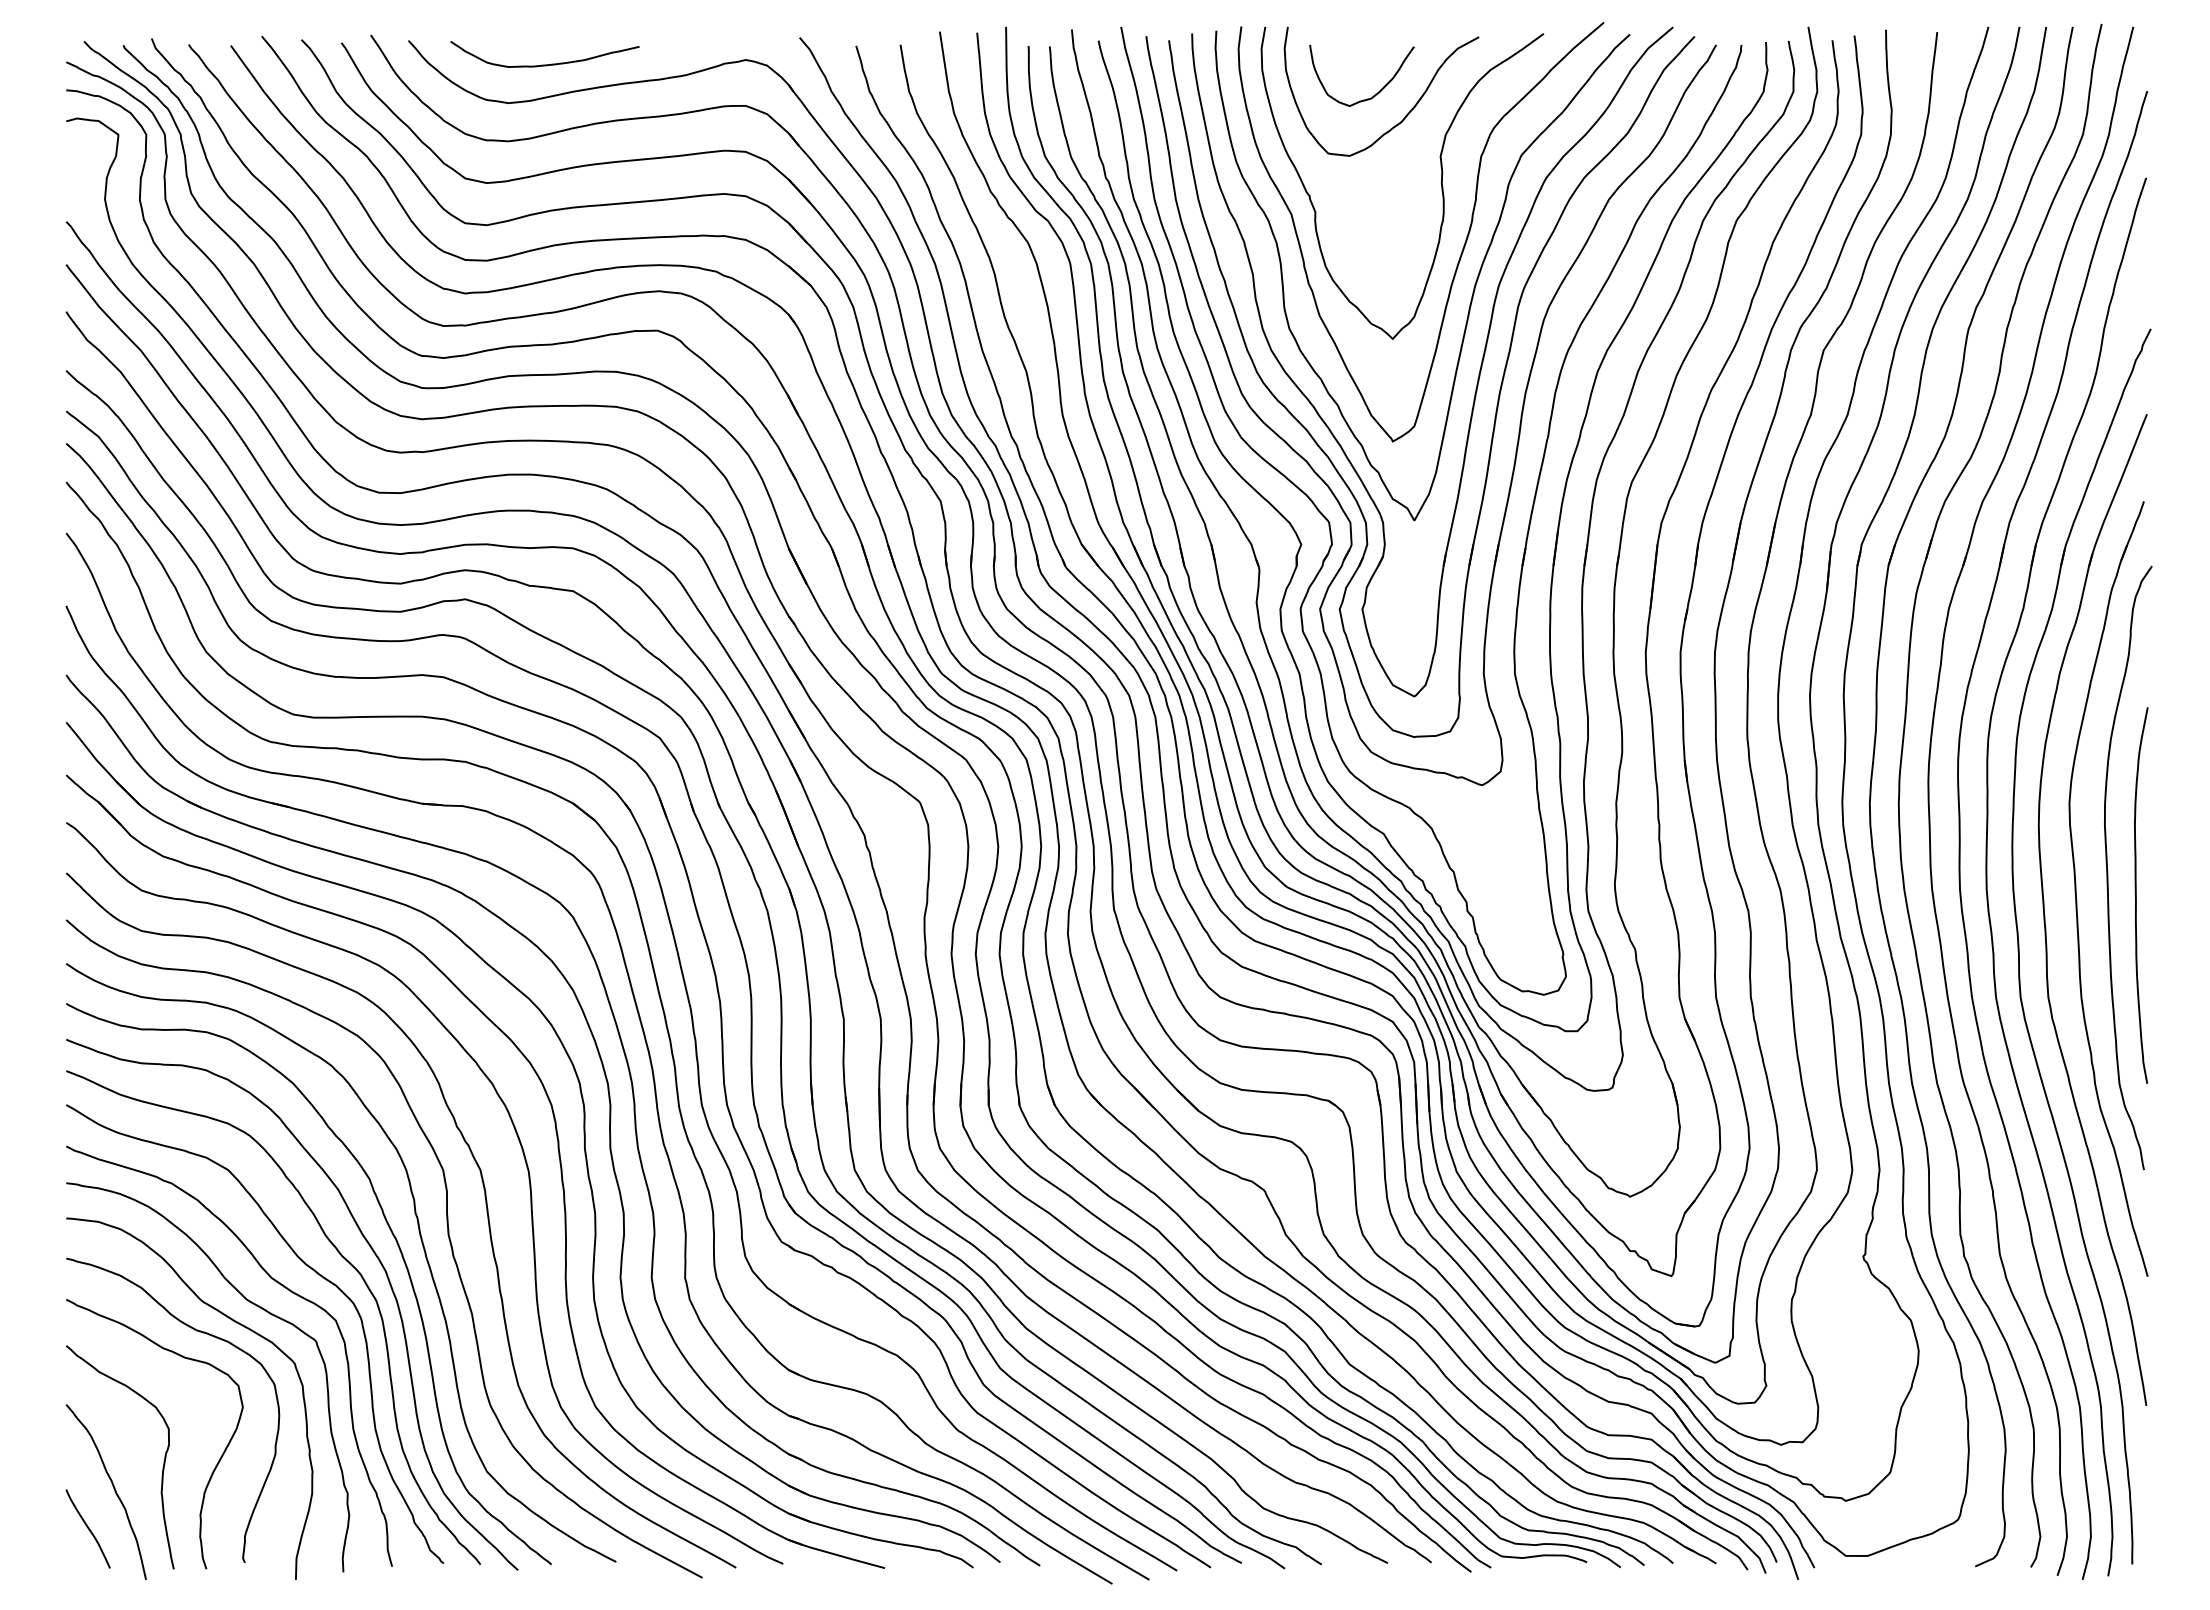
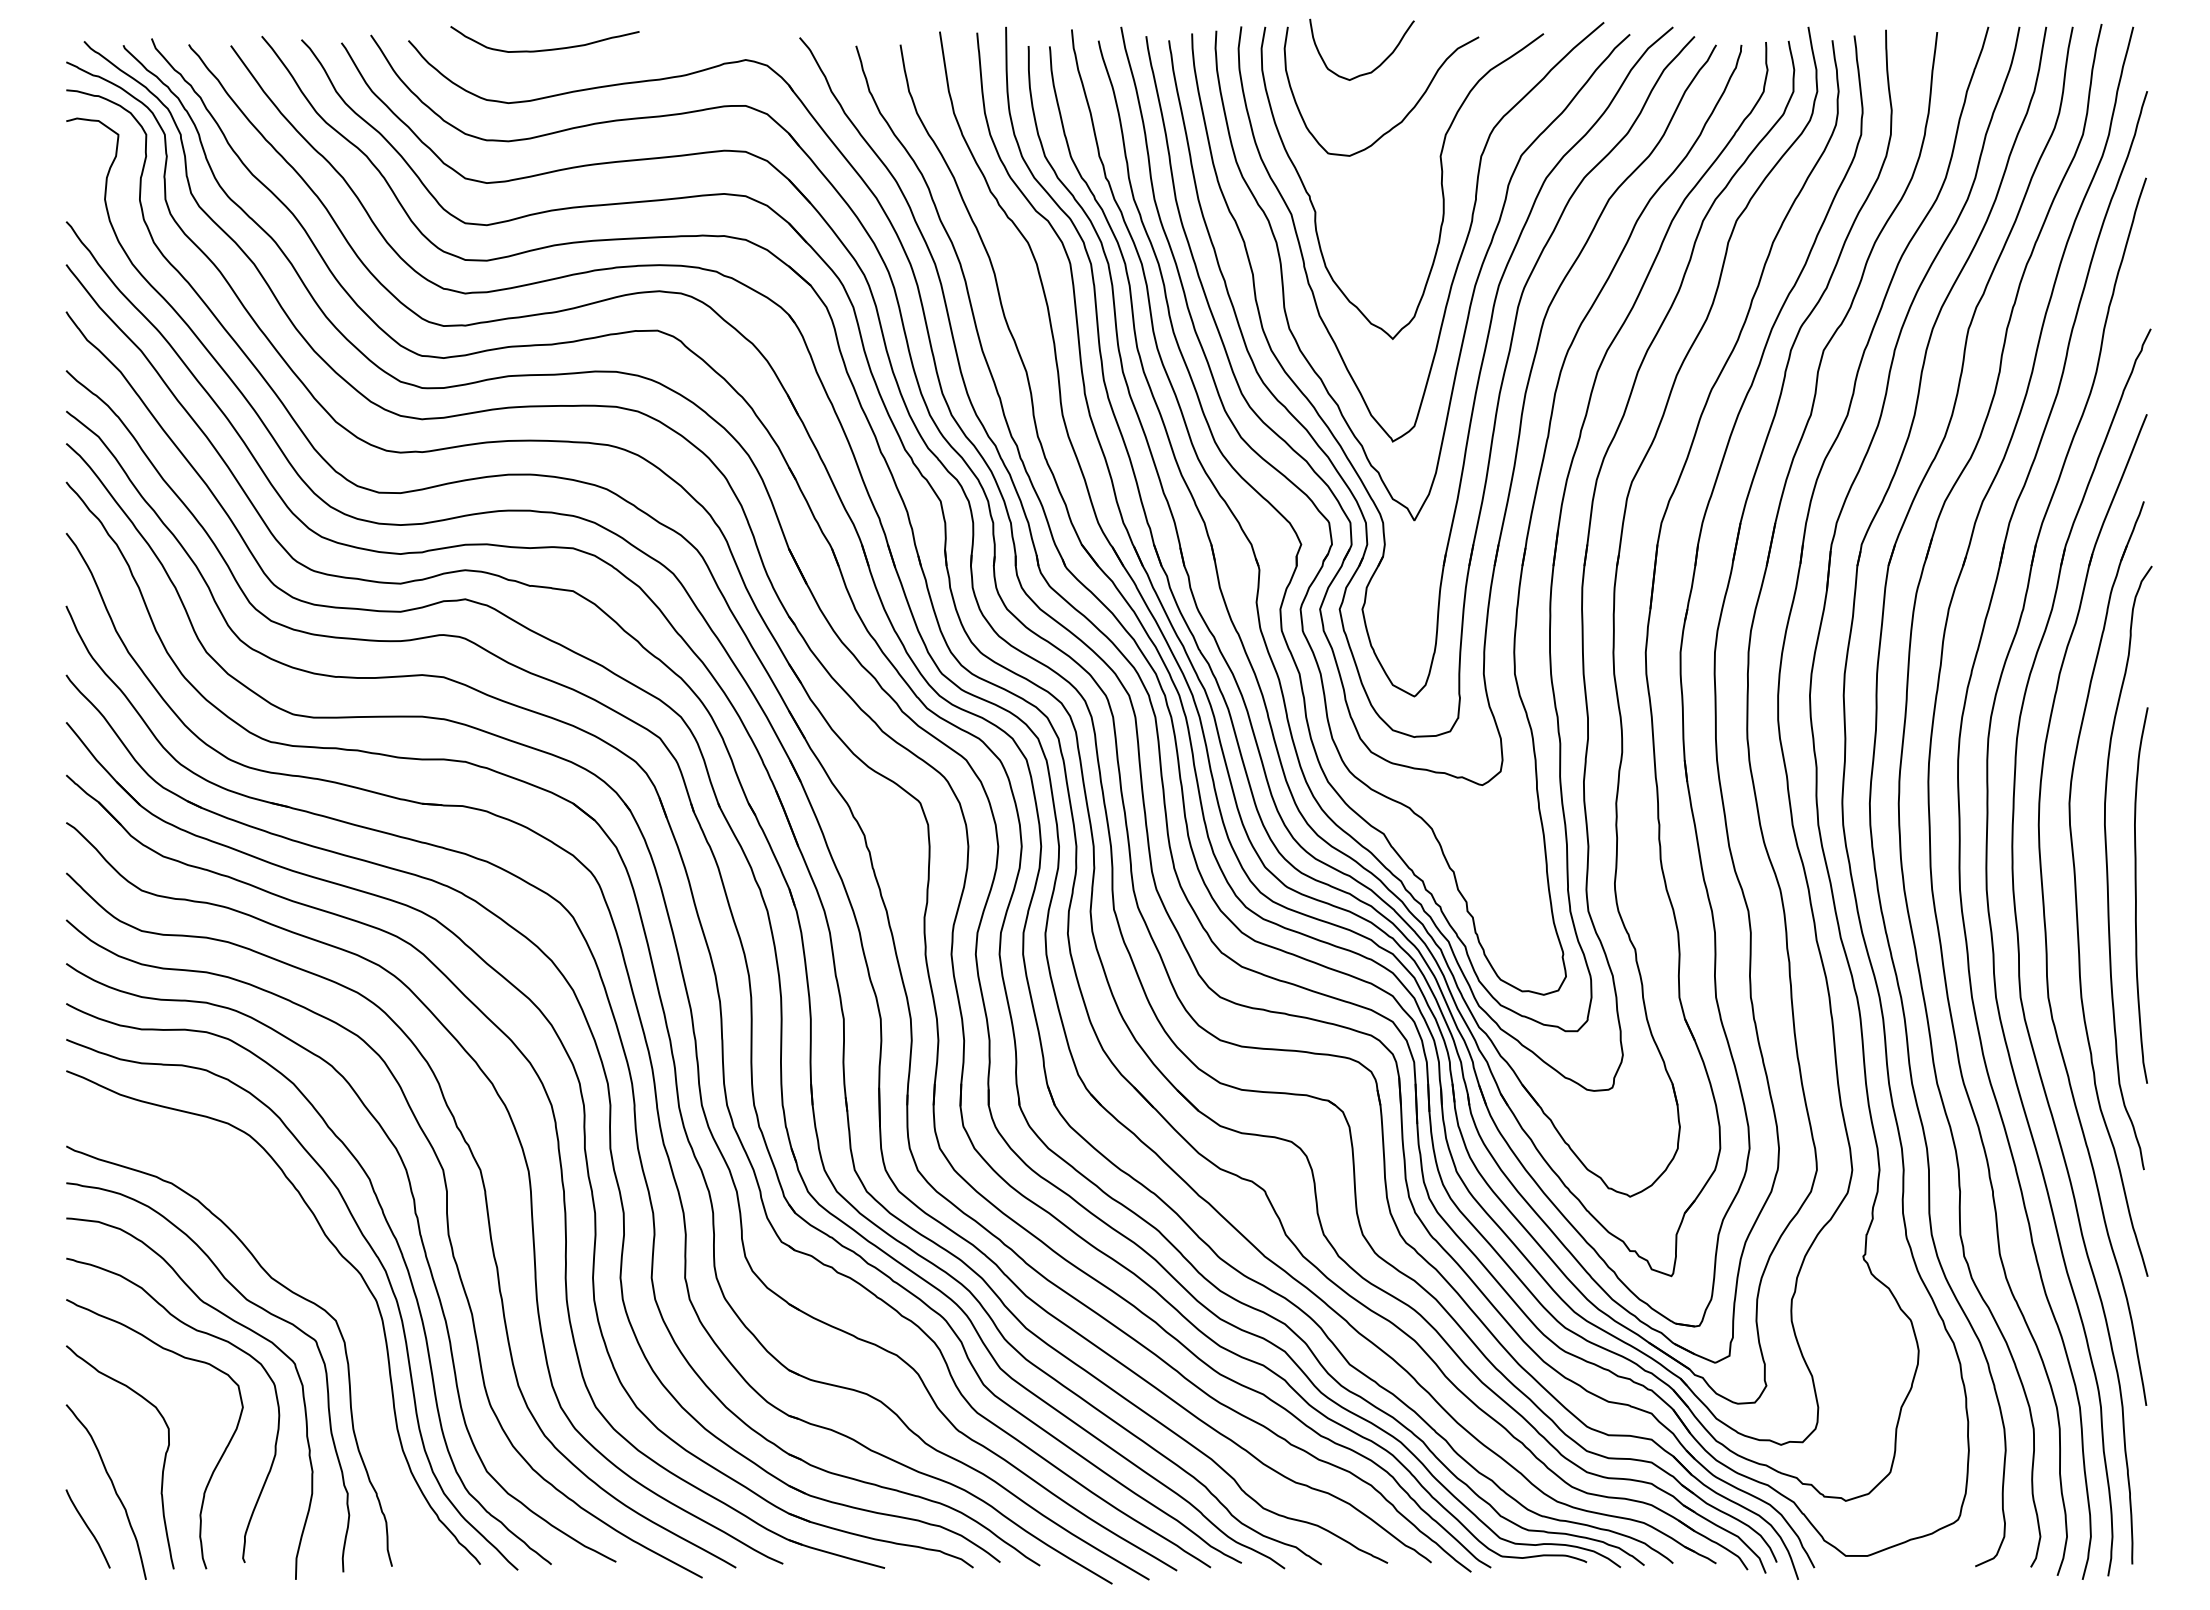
curve at (544, 64) position: (544, 64) -> (544, 49)
curve at (1374, 94) position: (1374, 94) -> (1374, 68)
curve at (305, 1265): present -> none
